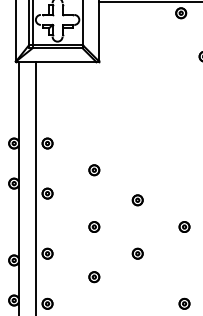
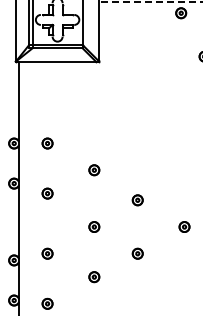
line at (150, 1): solid -> dashed
line at (35, 186): present -> none
part at (184, 303): present -> none
